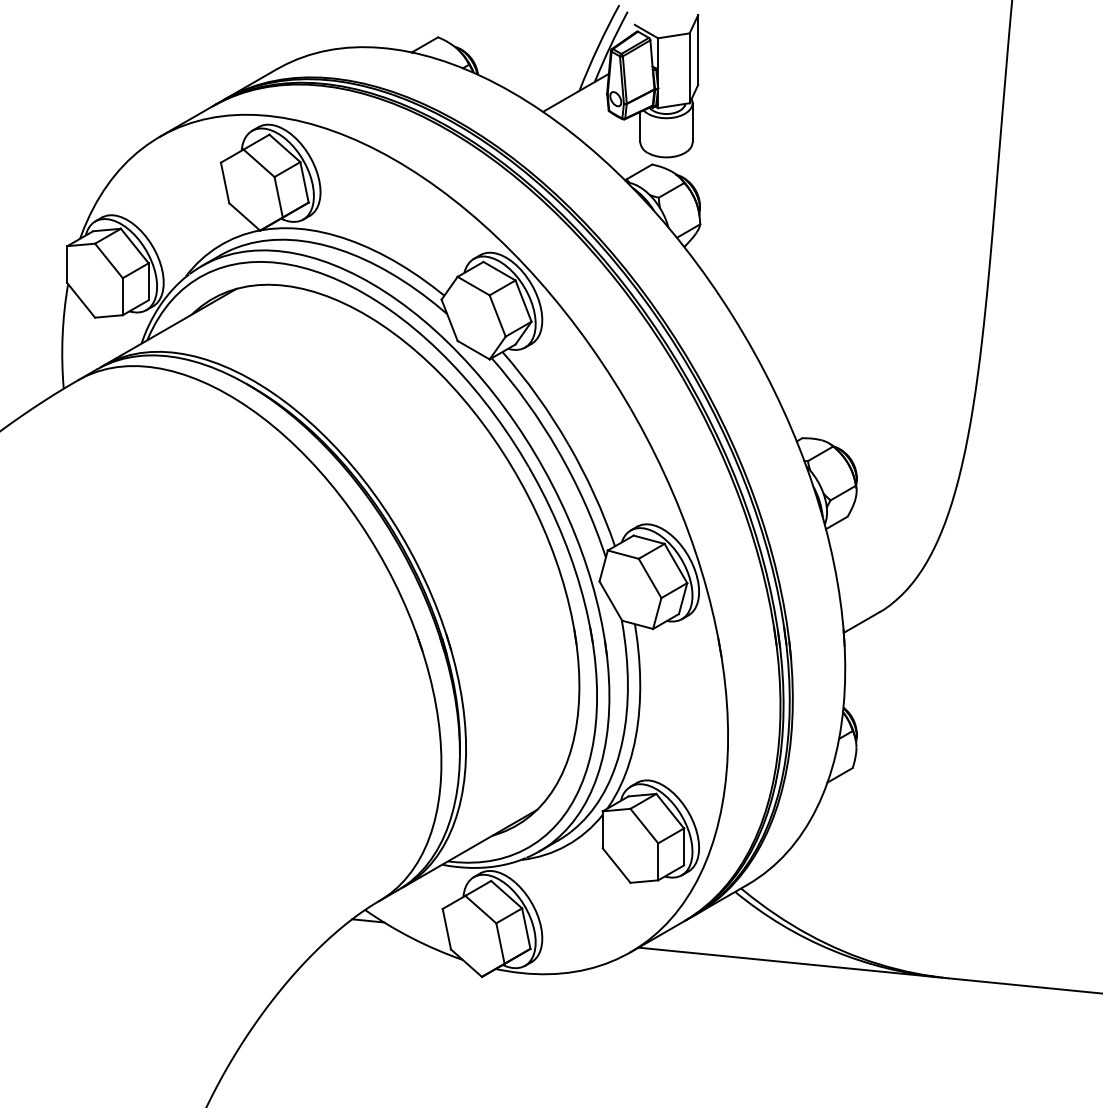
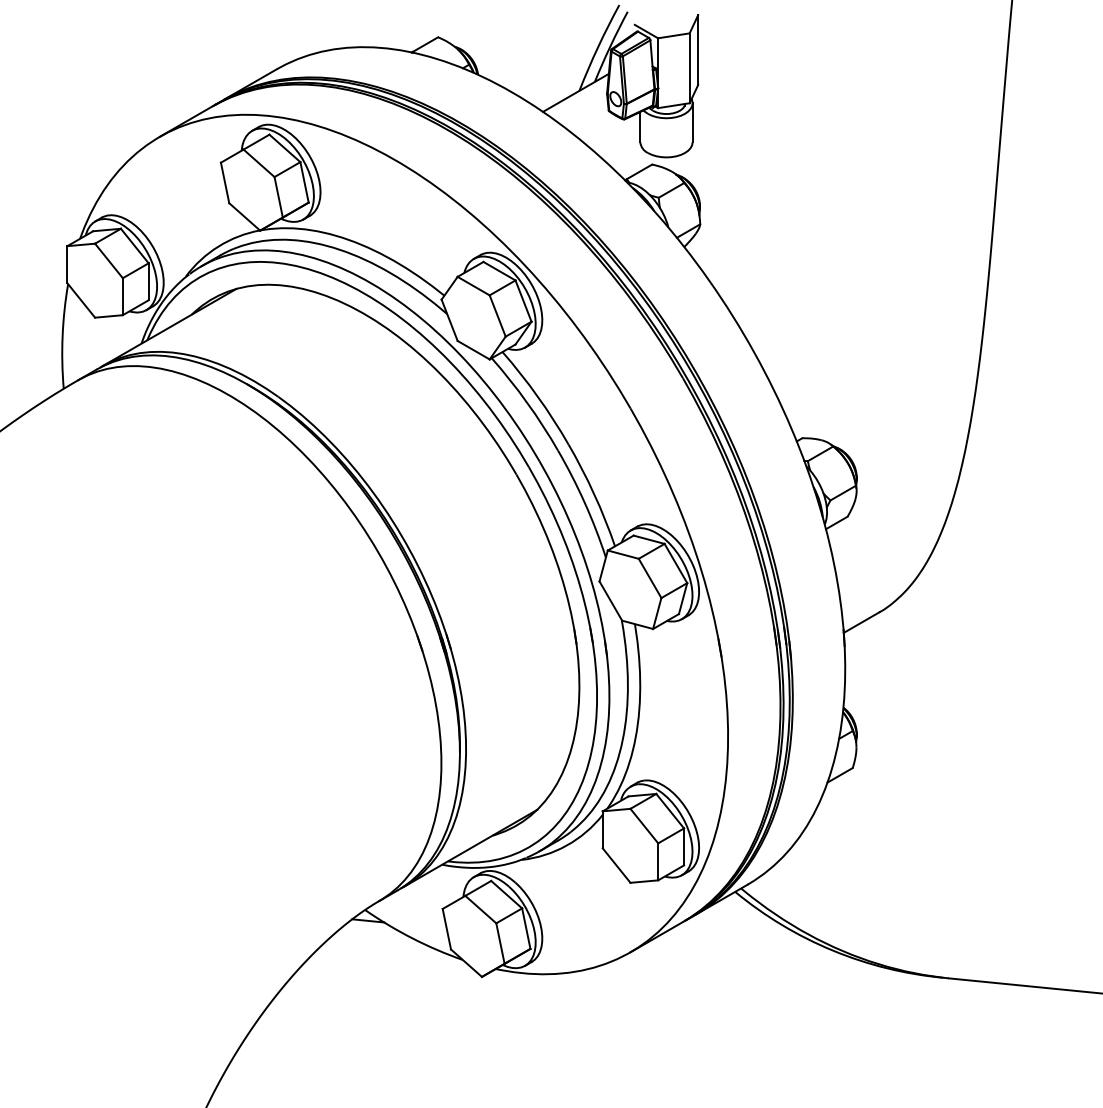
line at (787, 962): present -> none
